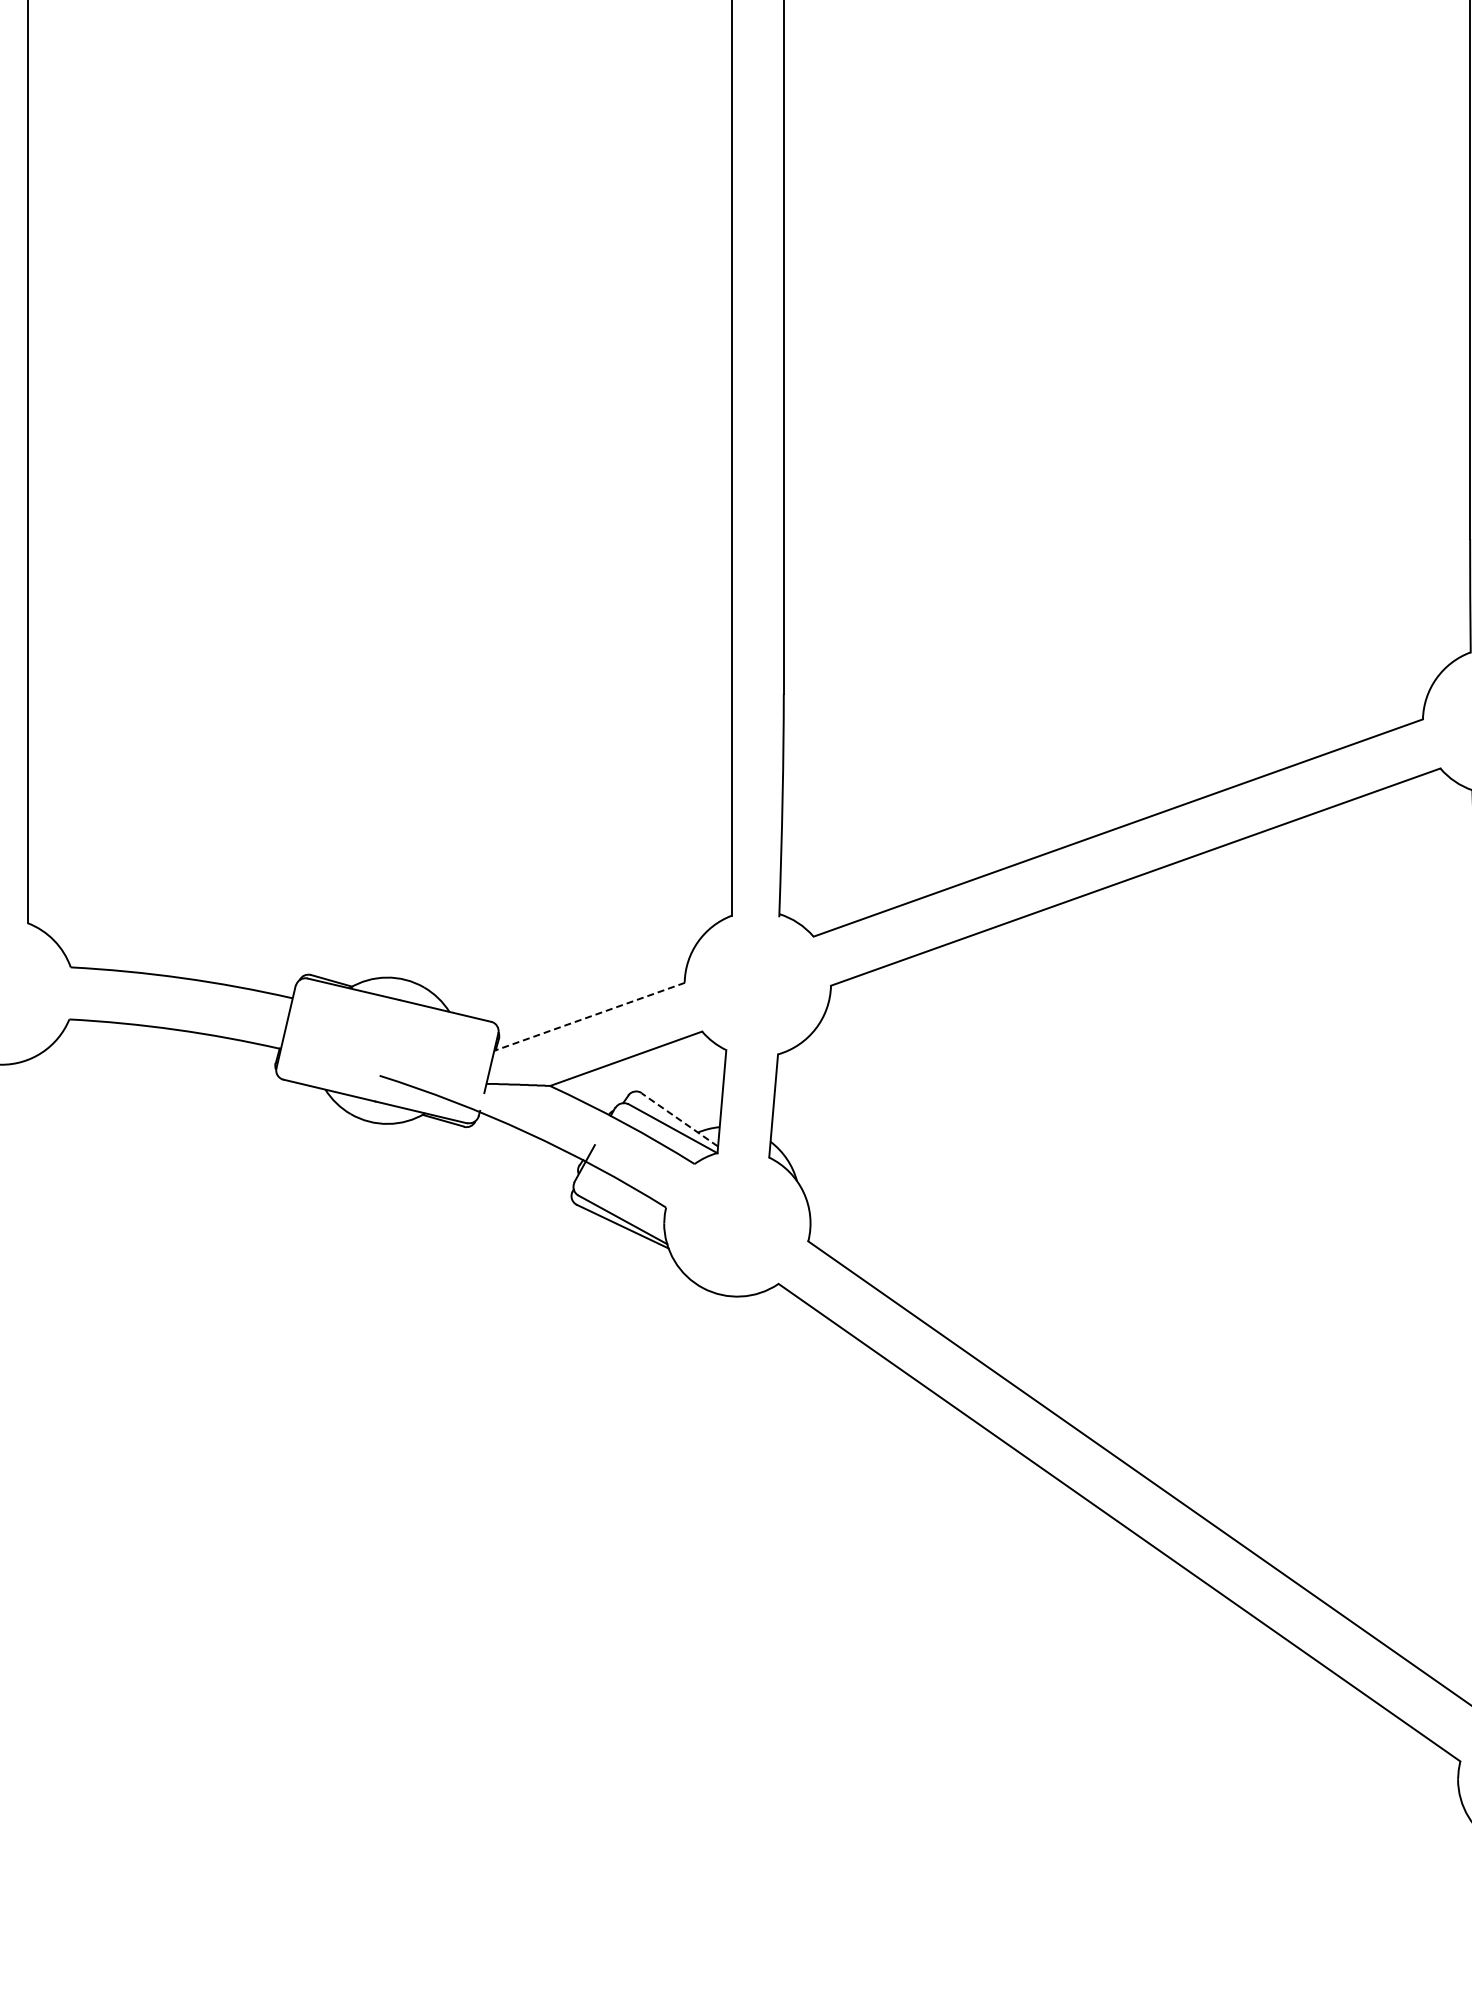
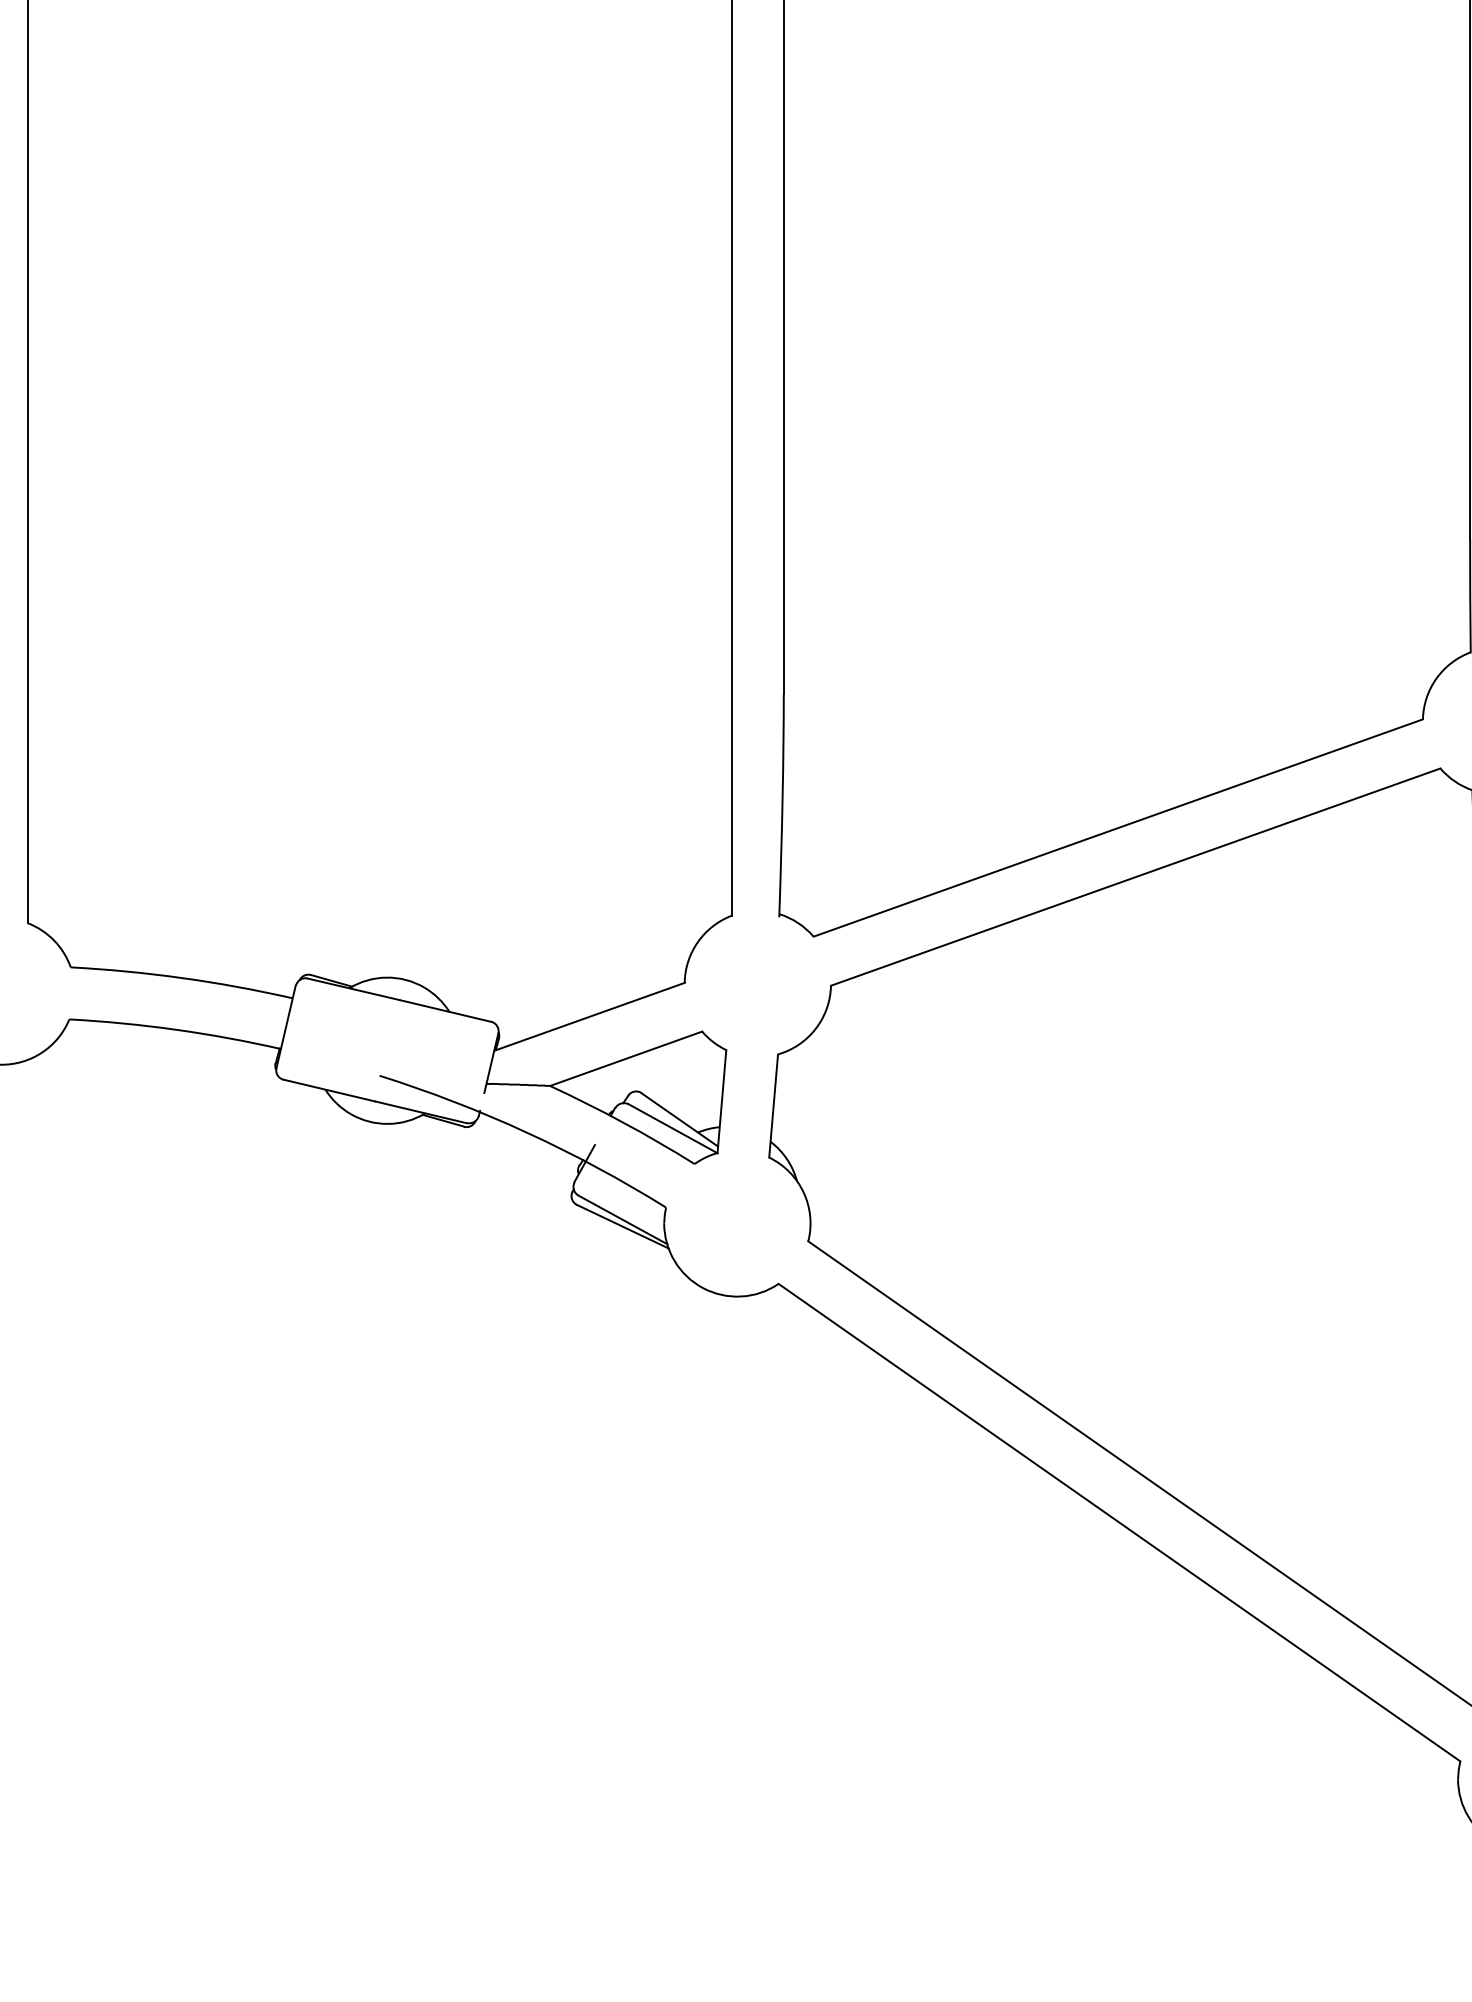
line at (589, 1016): dashed -> solid
line at (679, 1119): dashed -> solid
